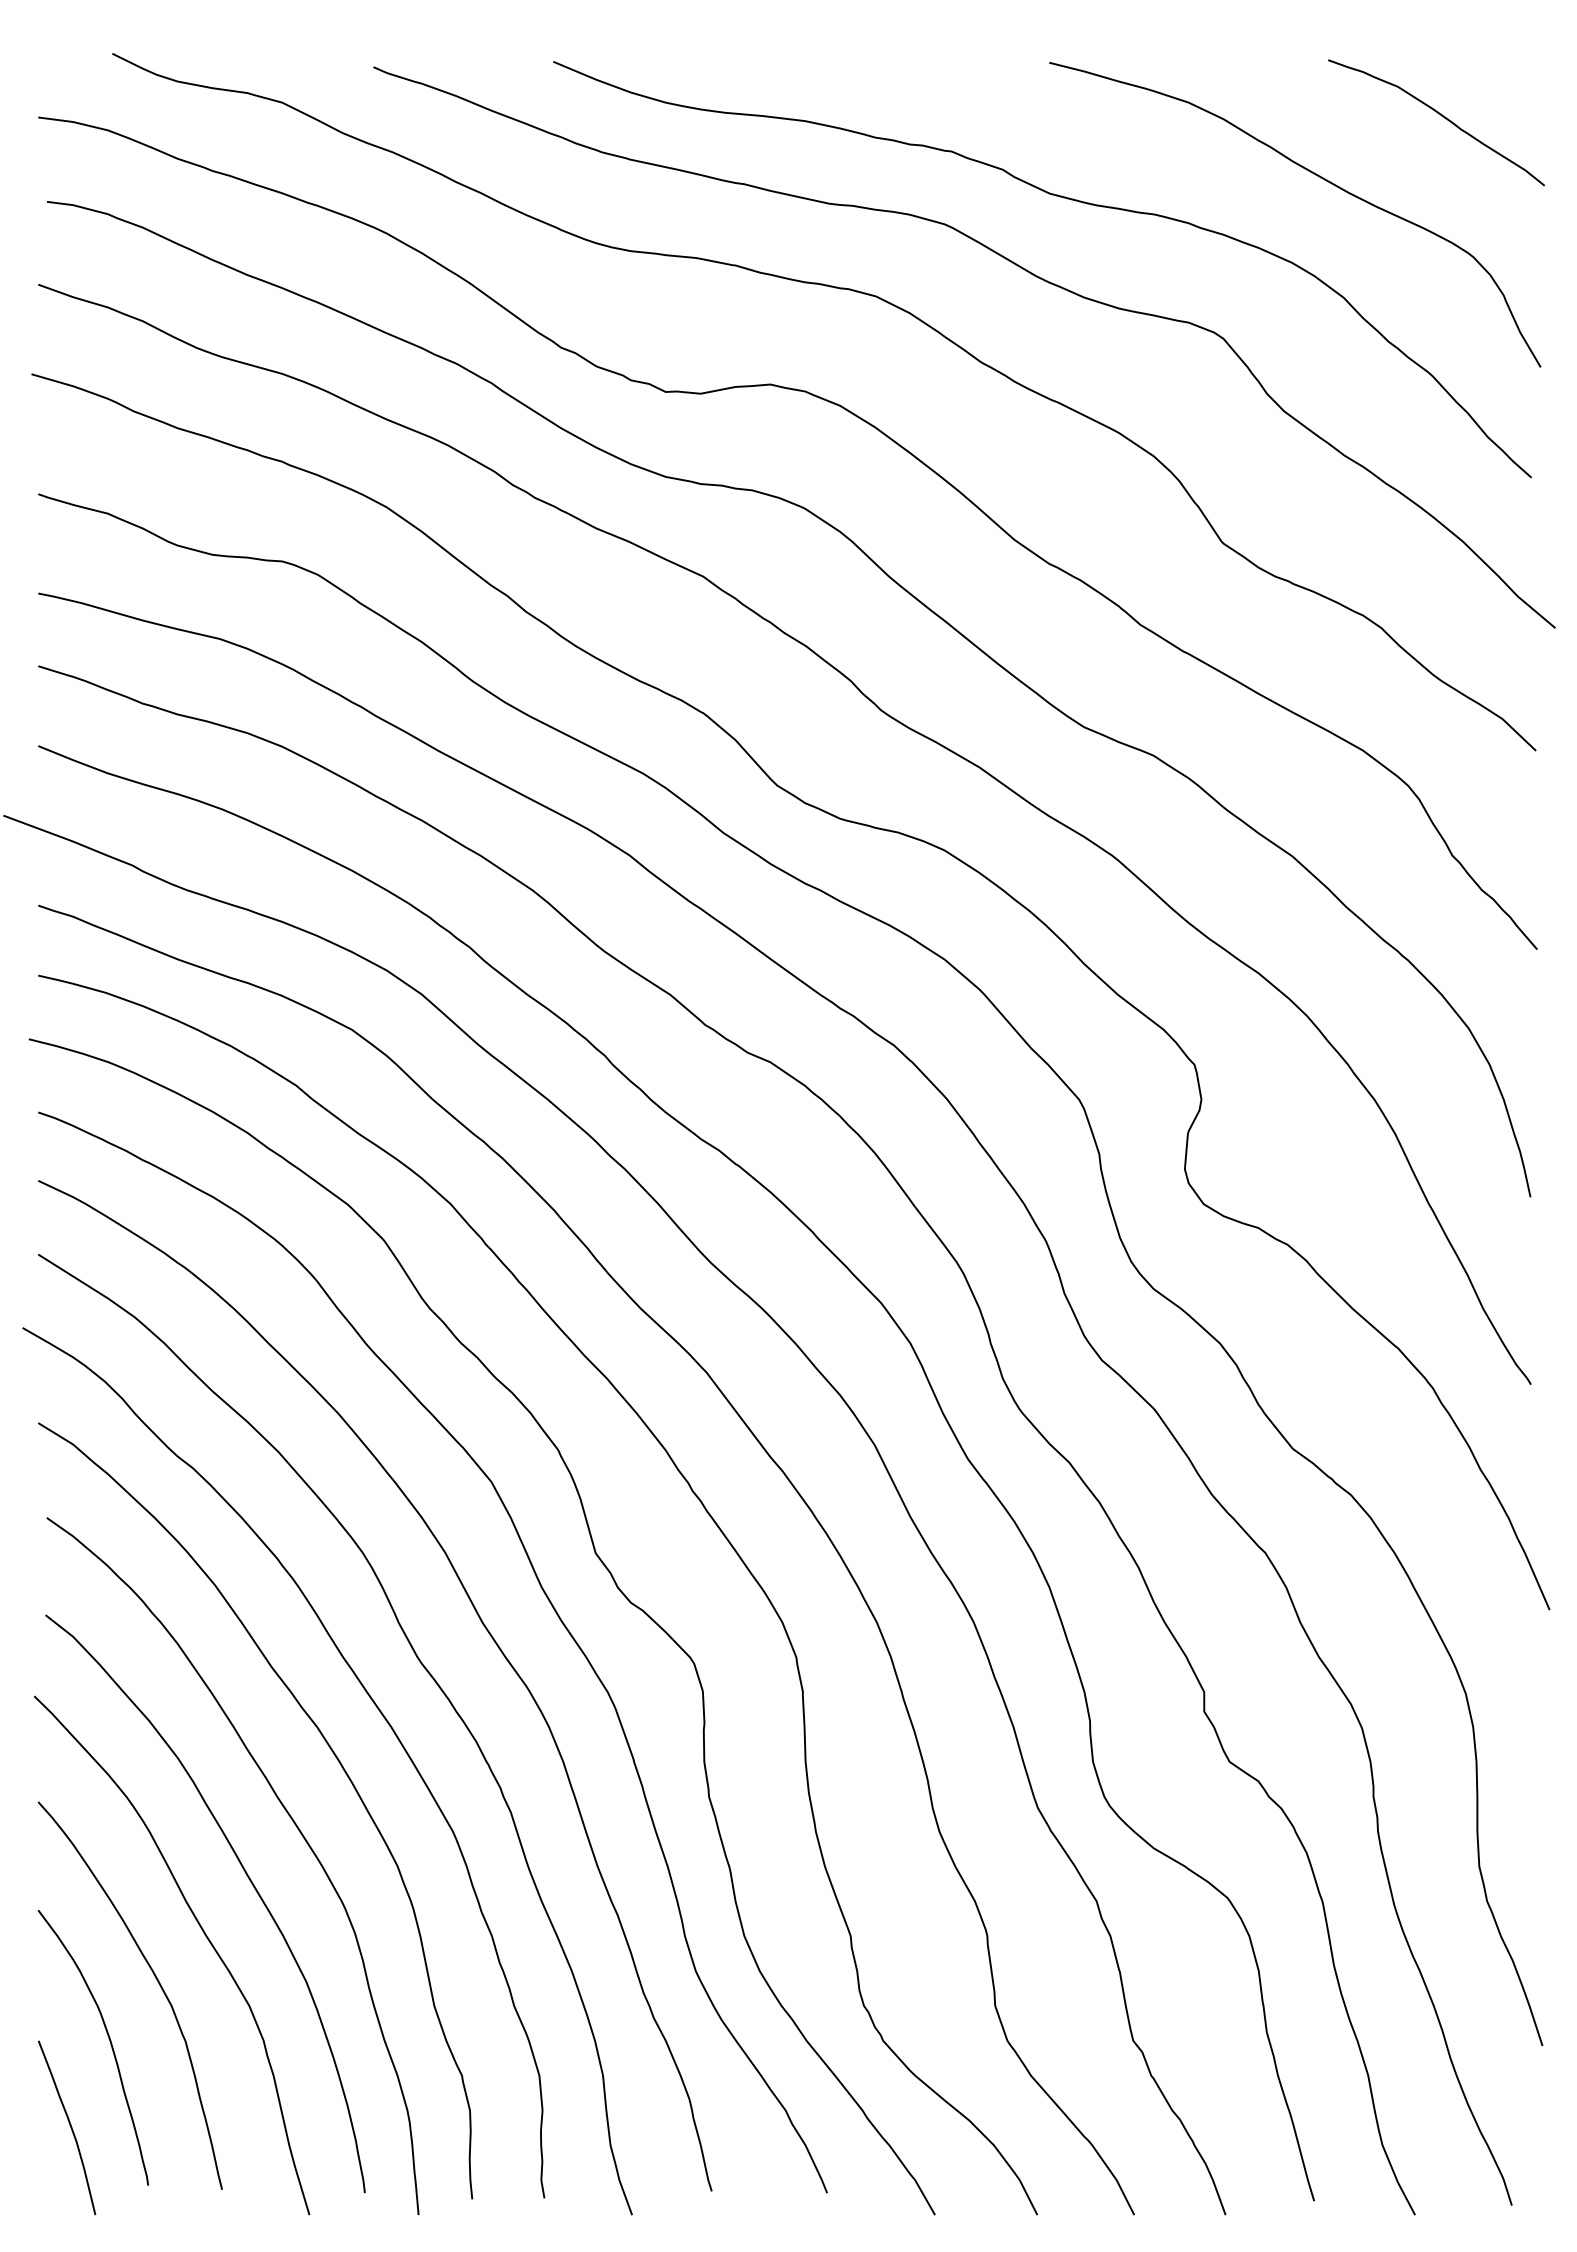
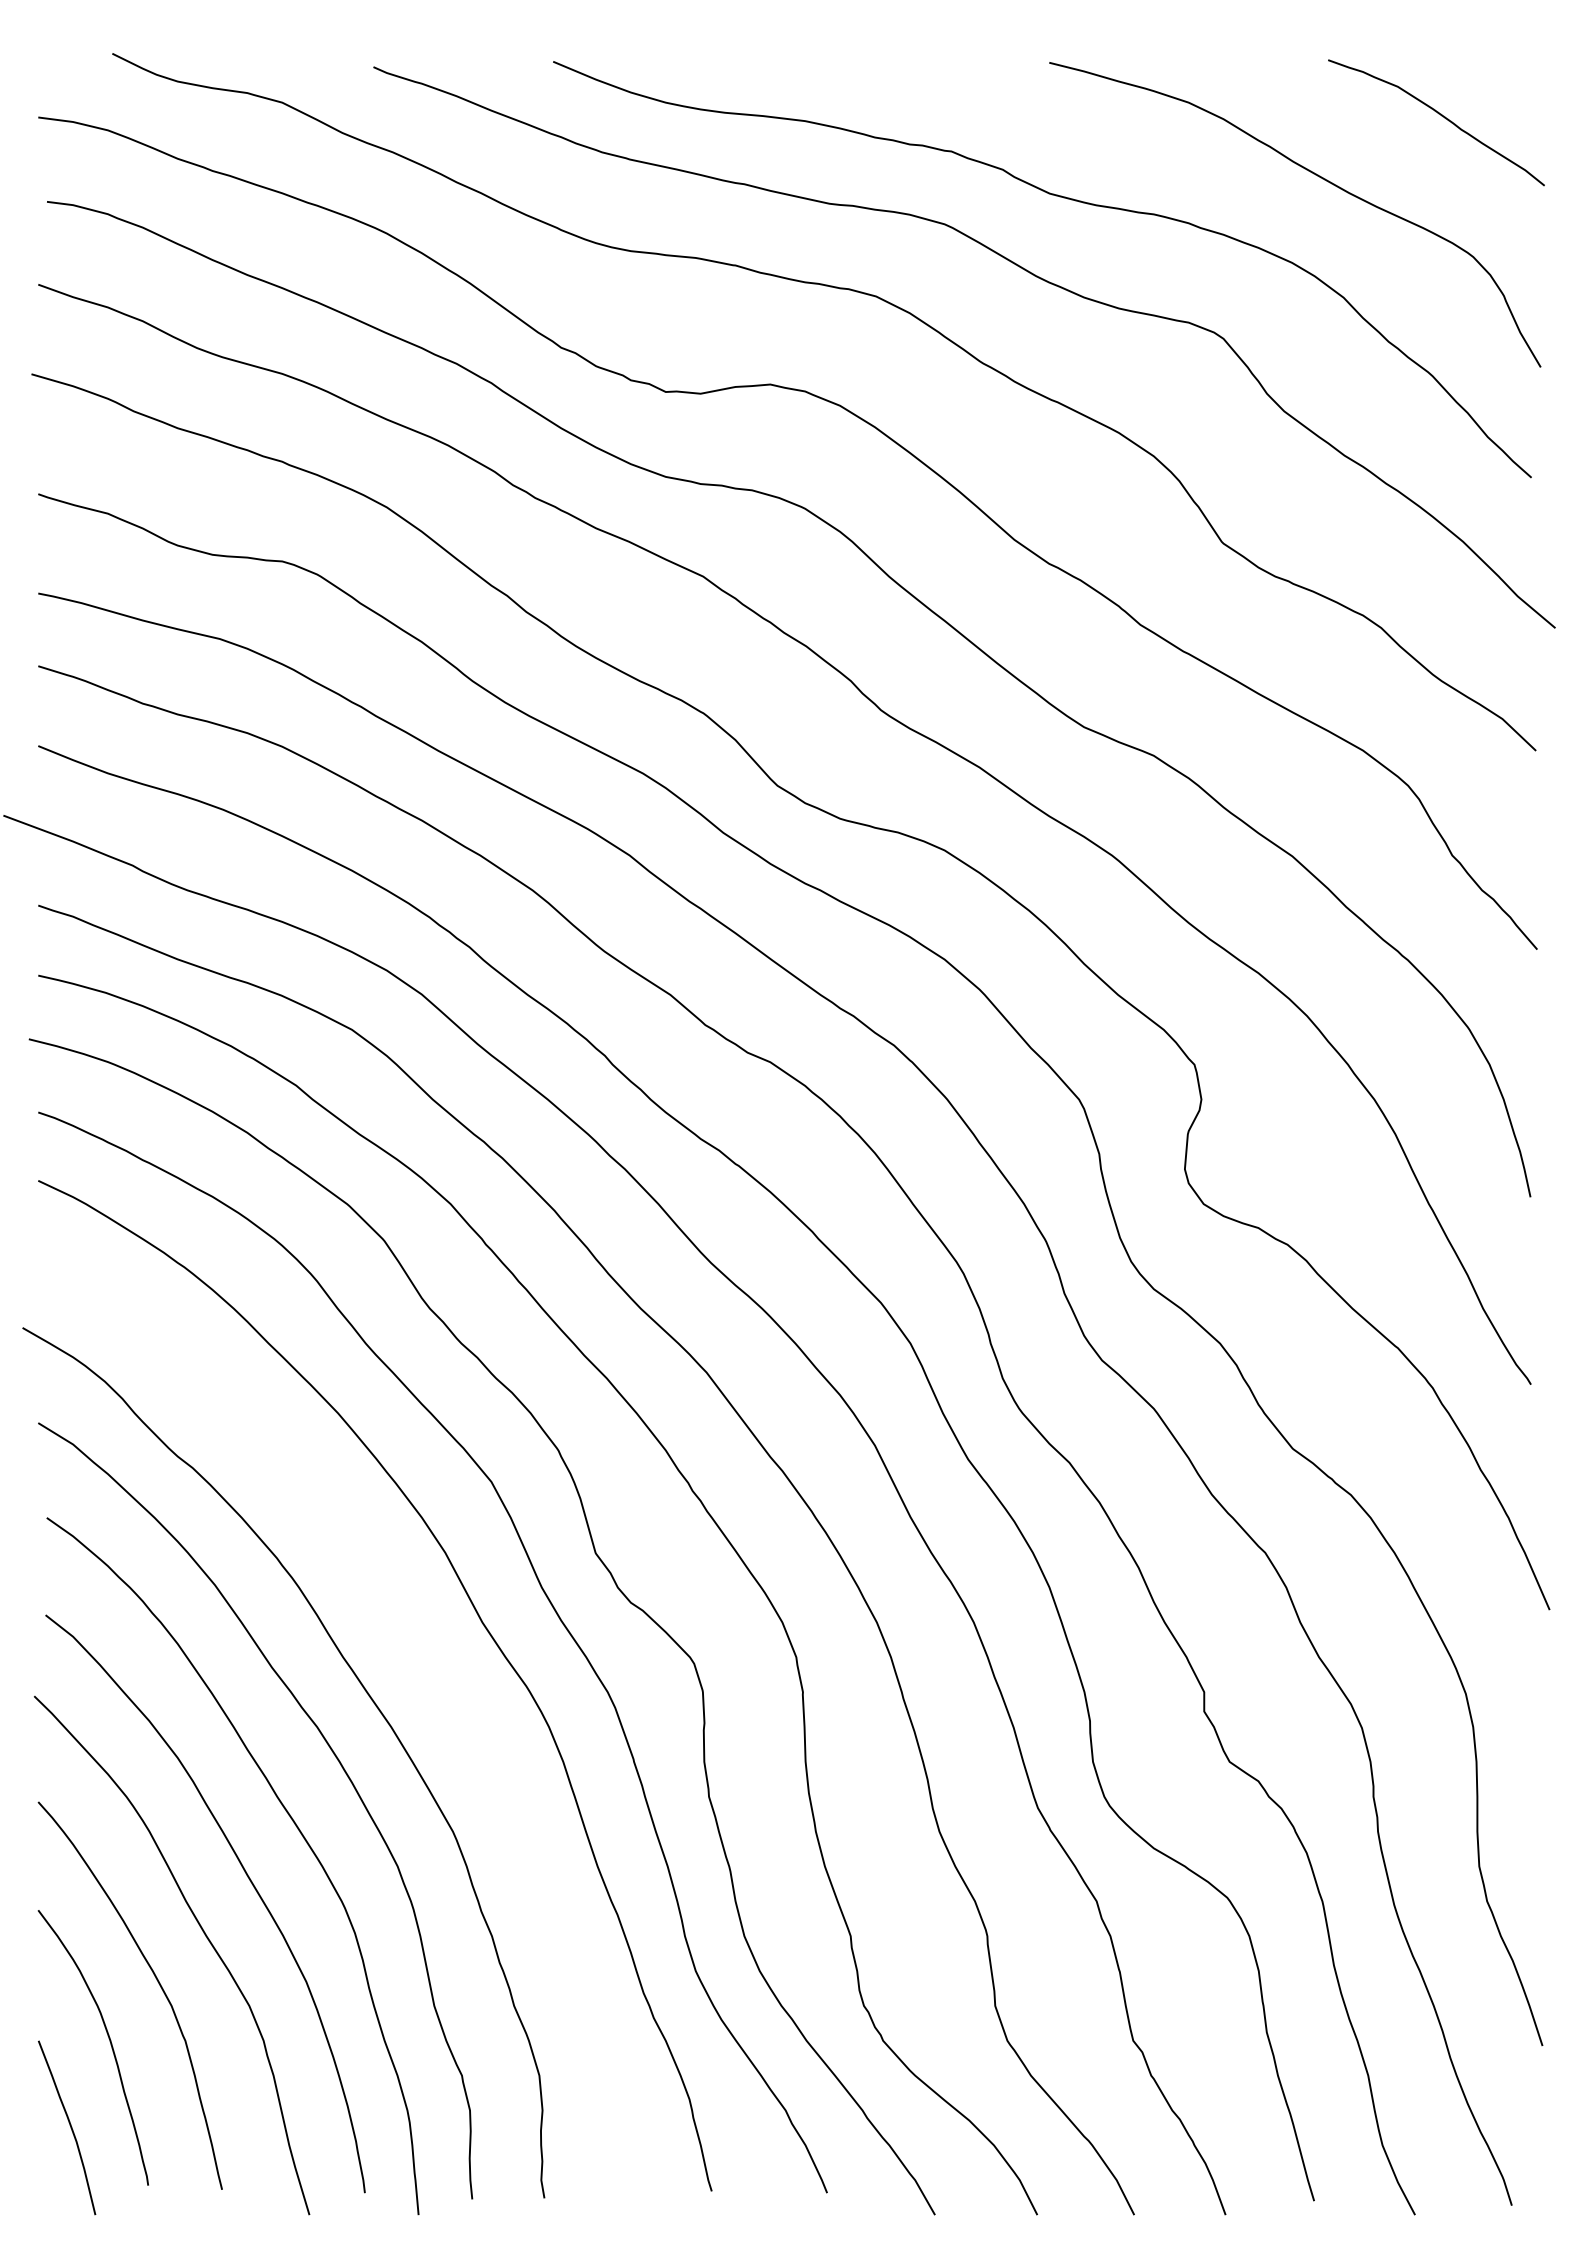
curve at (422, 1666): present -> none
